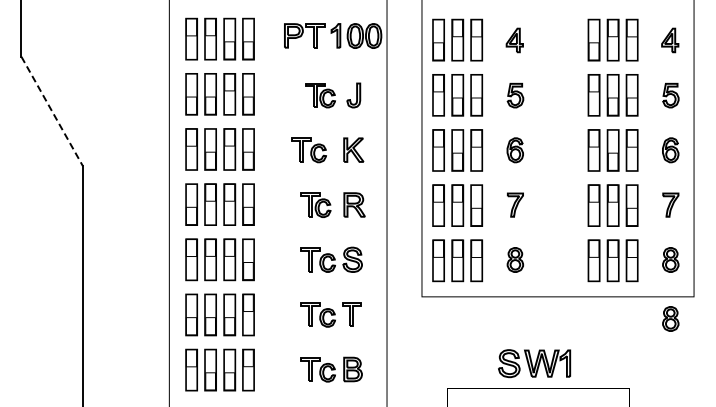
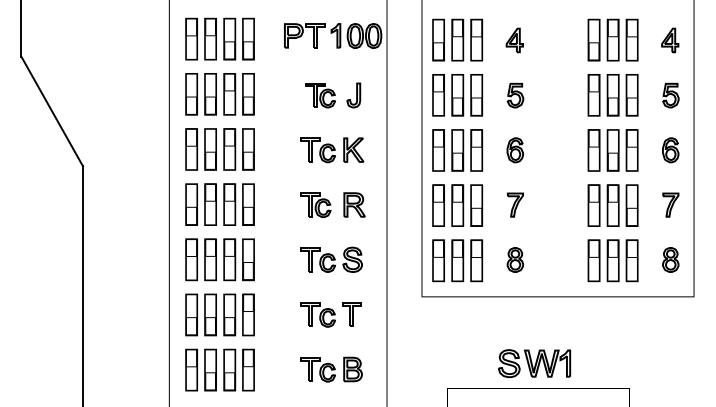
line at (52, 111): dashed -> solid
part at (308, 150) position: (308, 150) -> (317, 150)
part at (670, 318): present -> none
